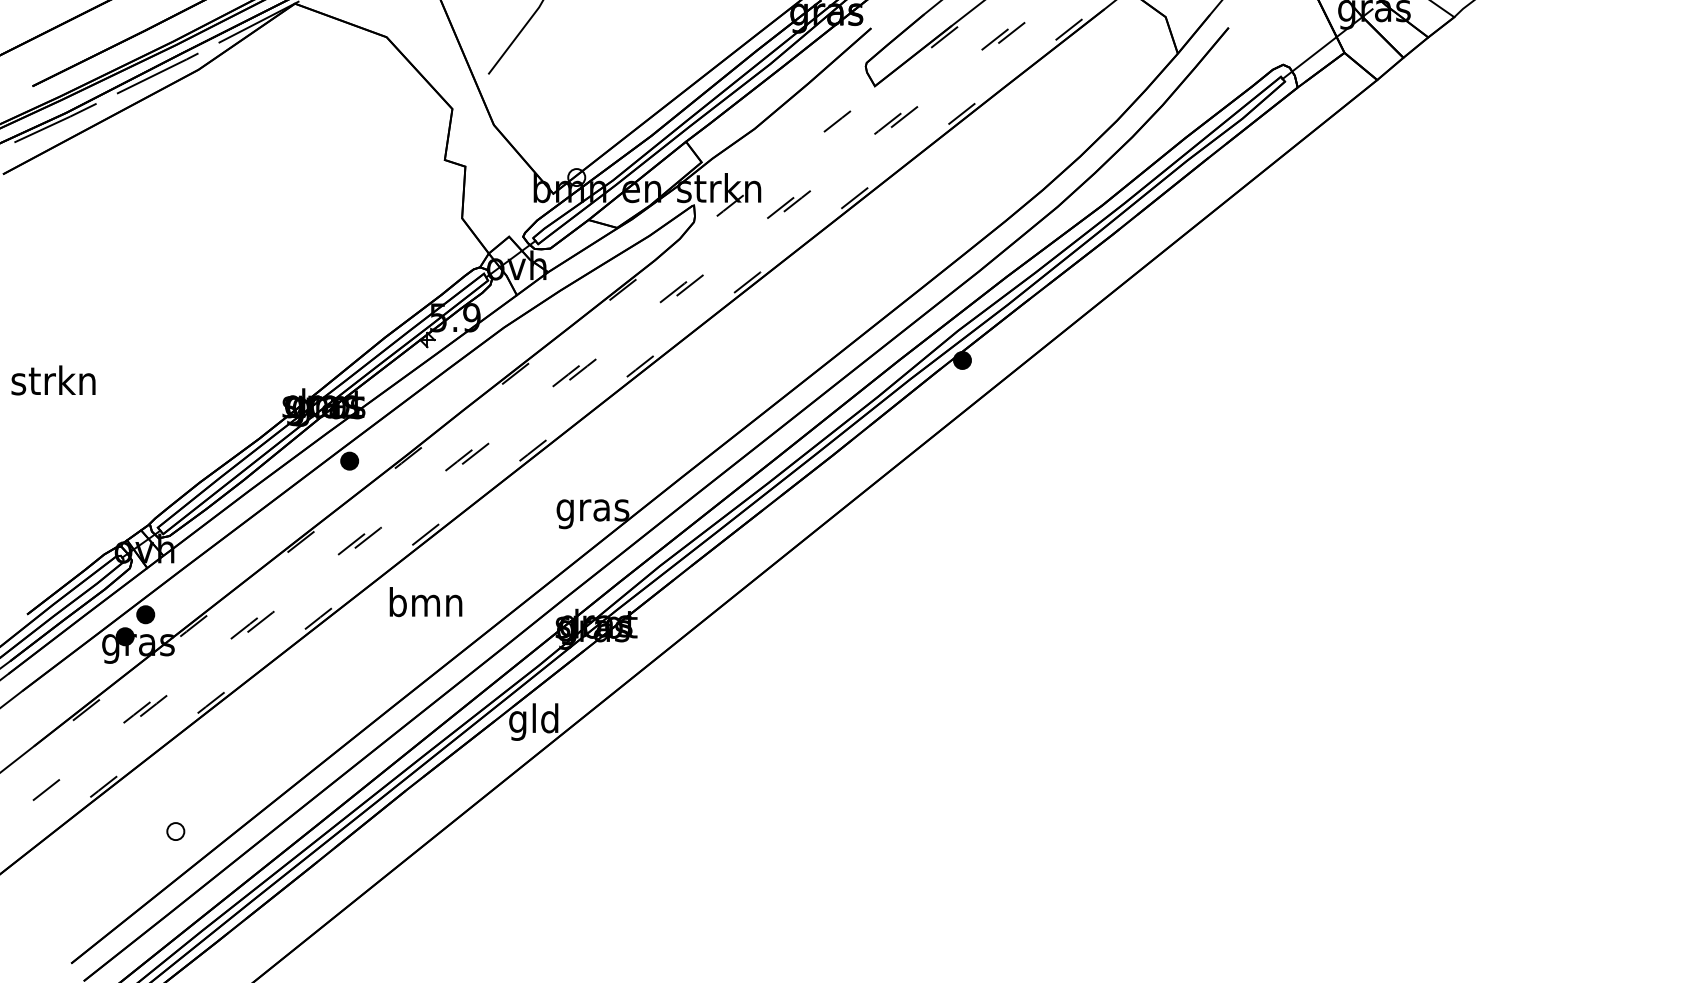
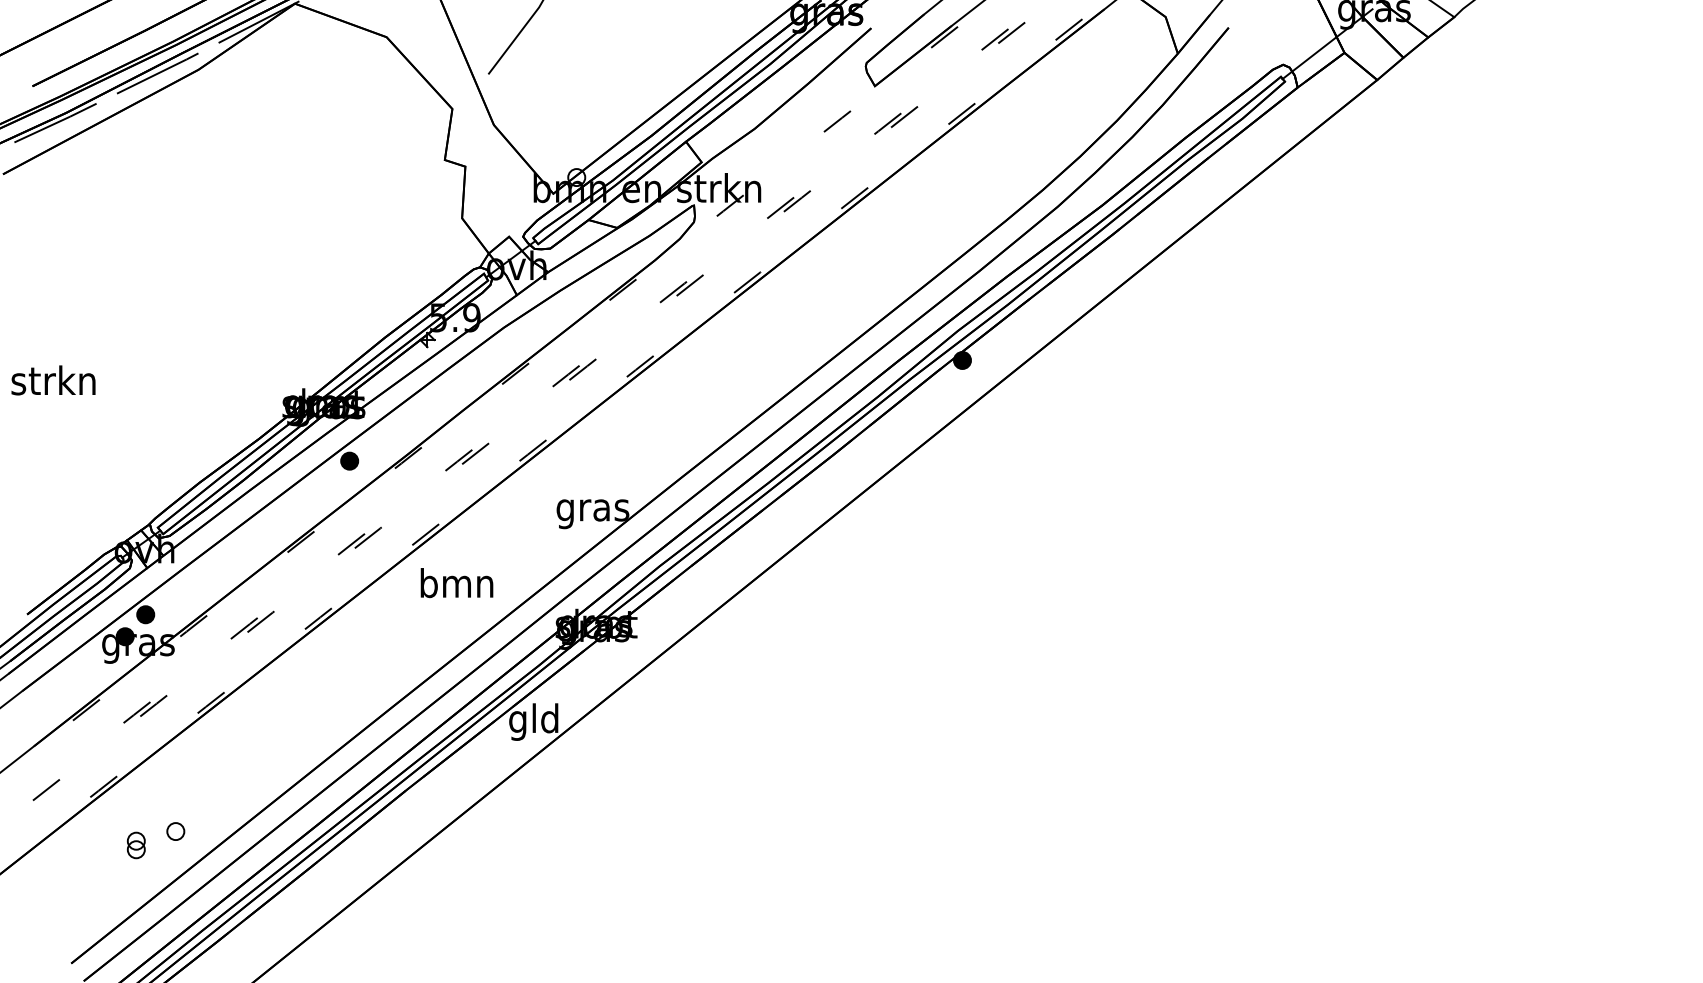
text at (425, 602) position: (425, 602) -> (456, 583)
part at (135, 845): none -> present
